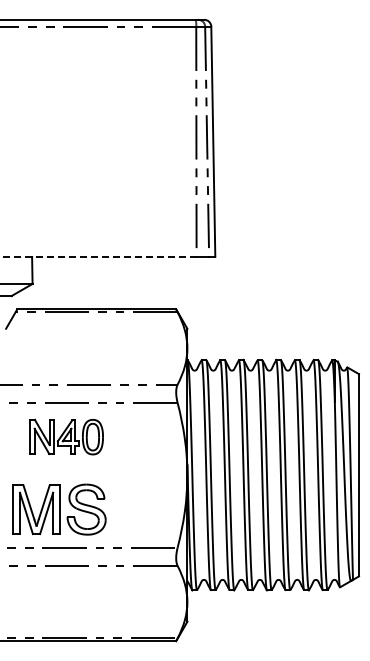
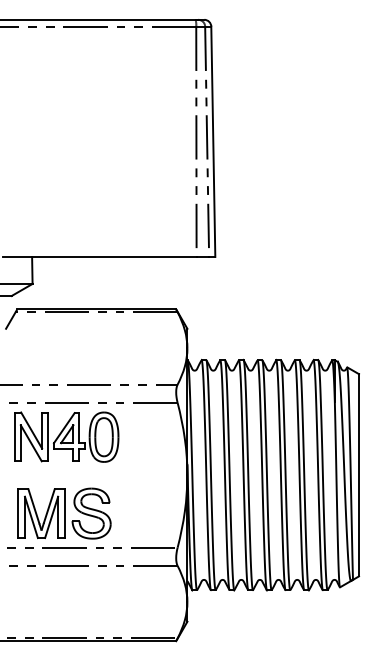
line at (100, 256): dashed -> solid
part at (66, 436) size: 75x38 px -> 106x52 px
part at (59, 509) position: (59, 509) -> (64, 513)
